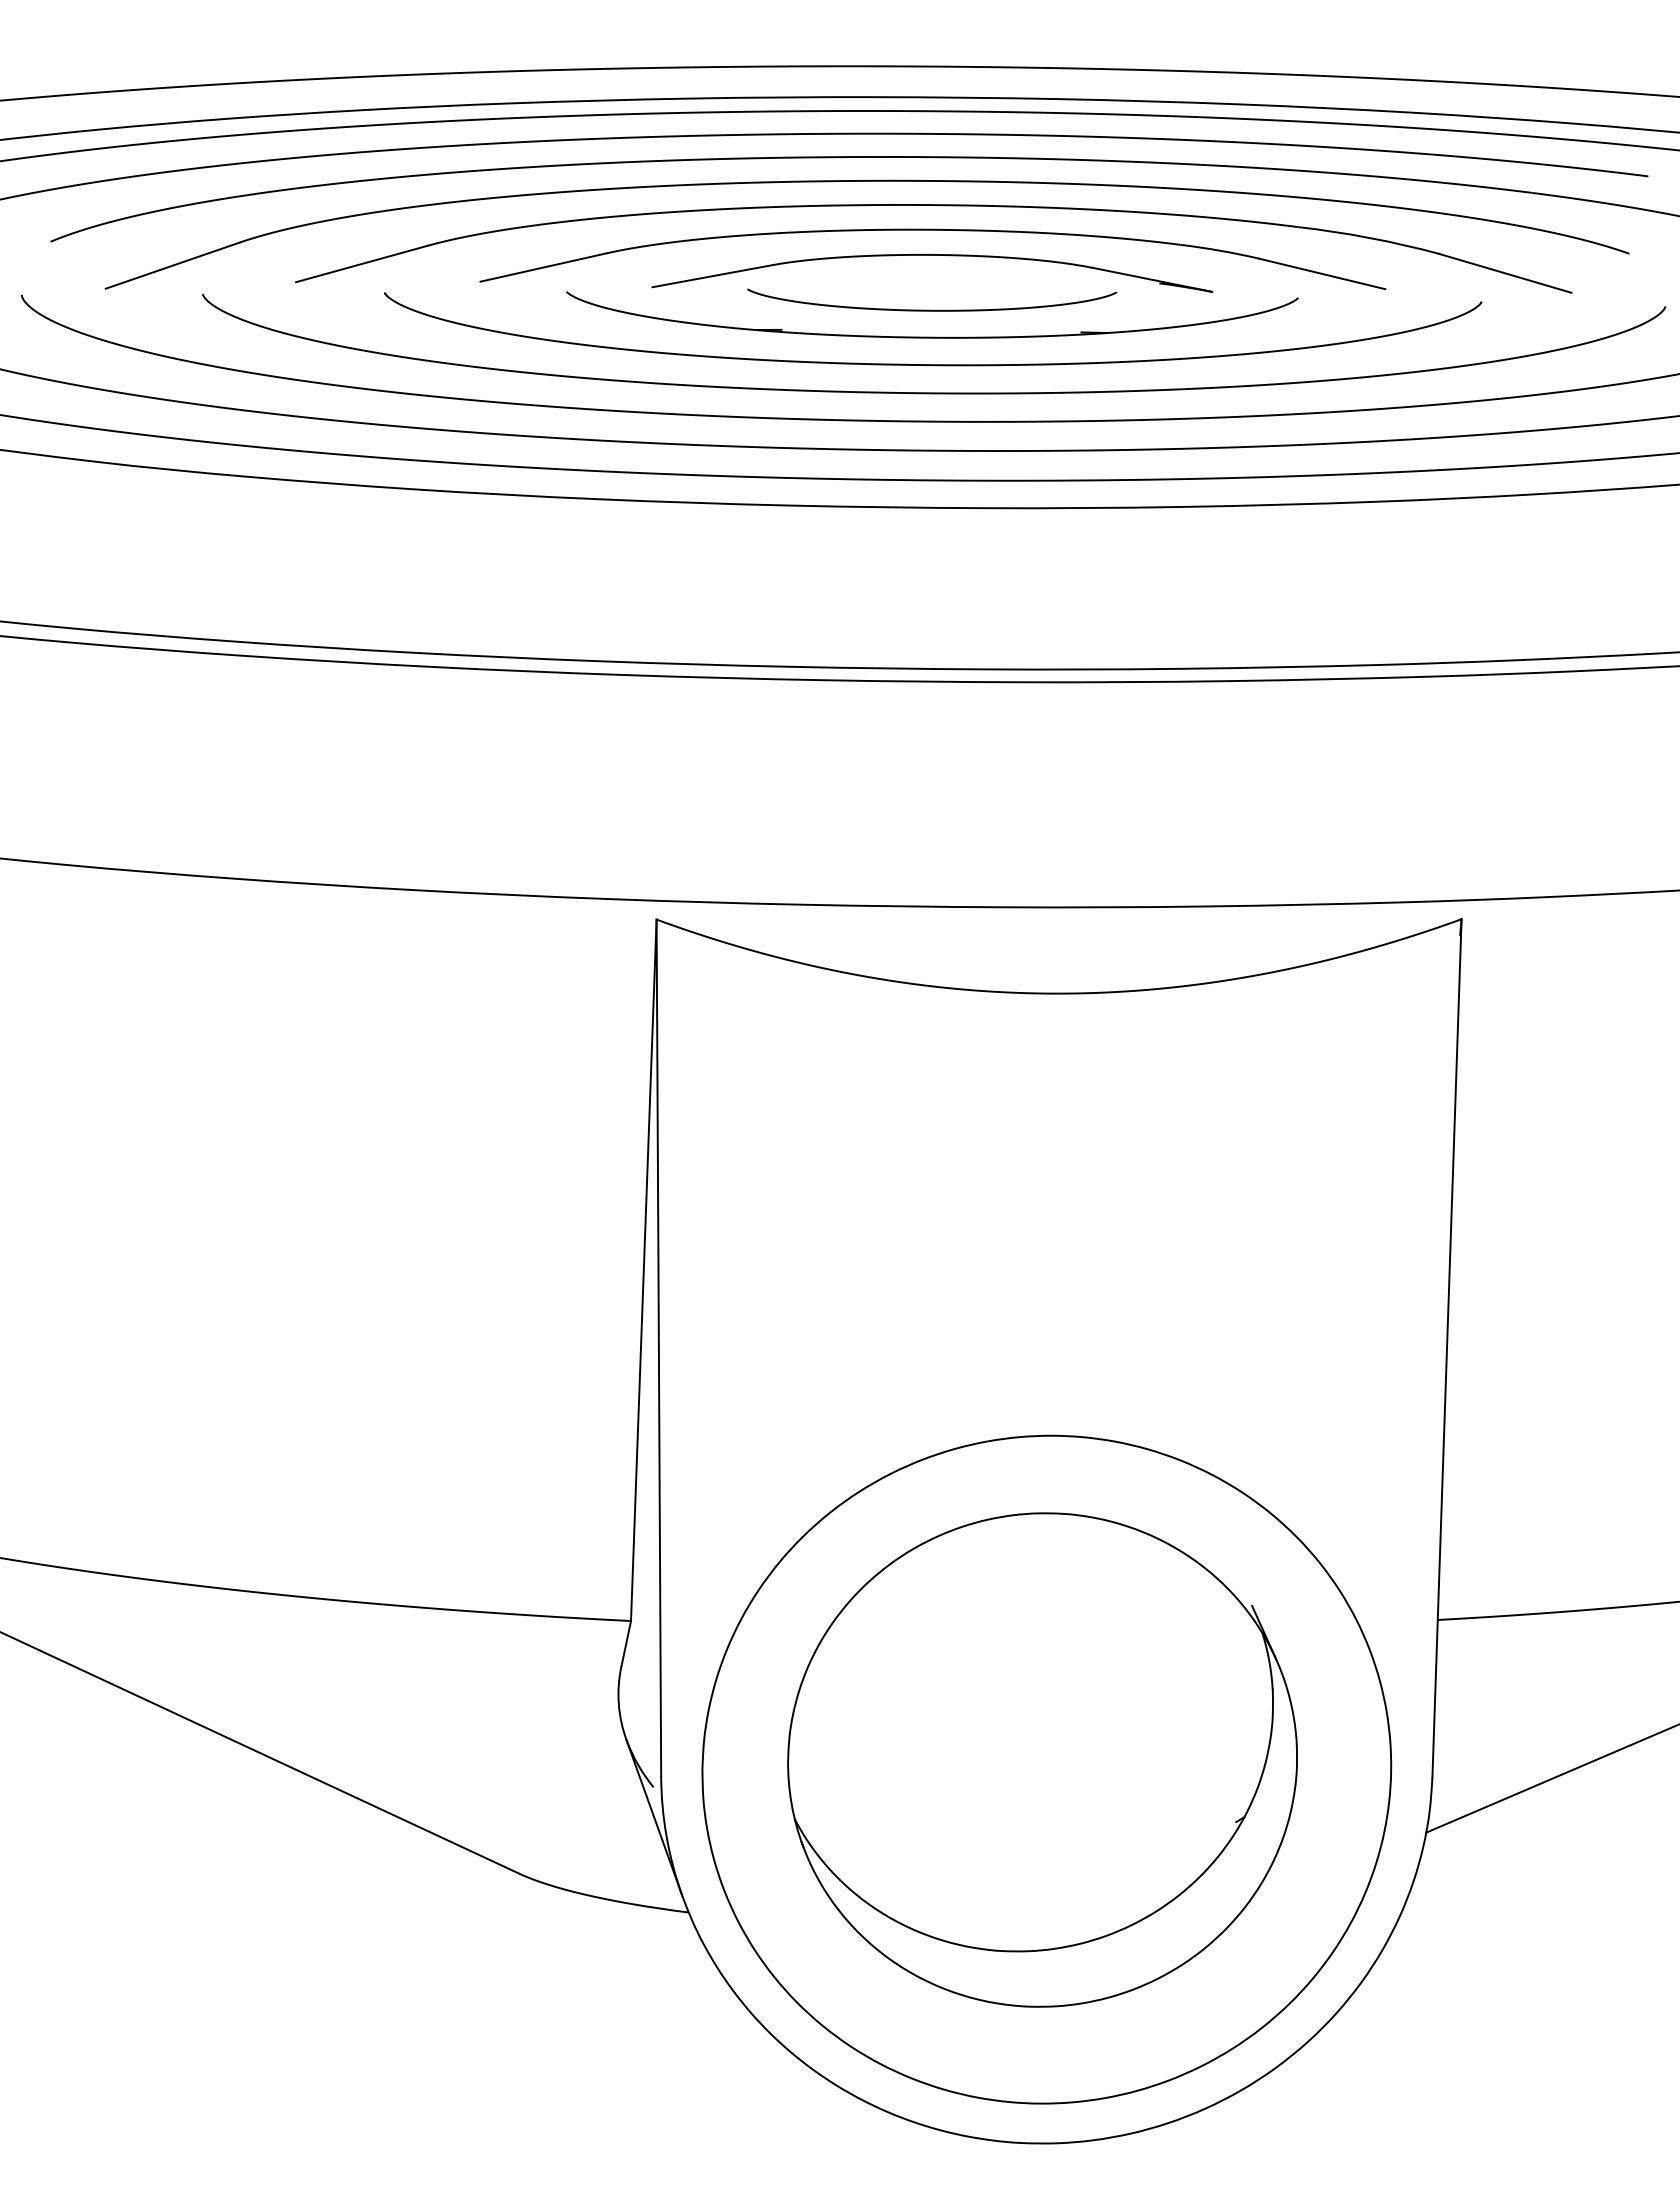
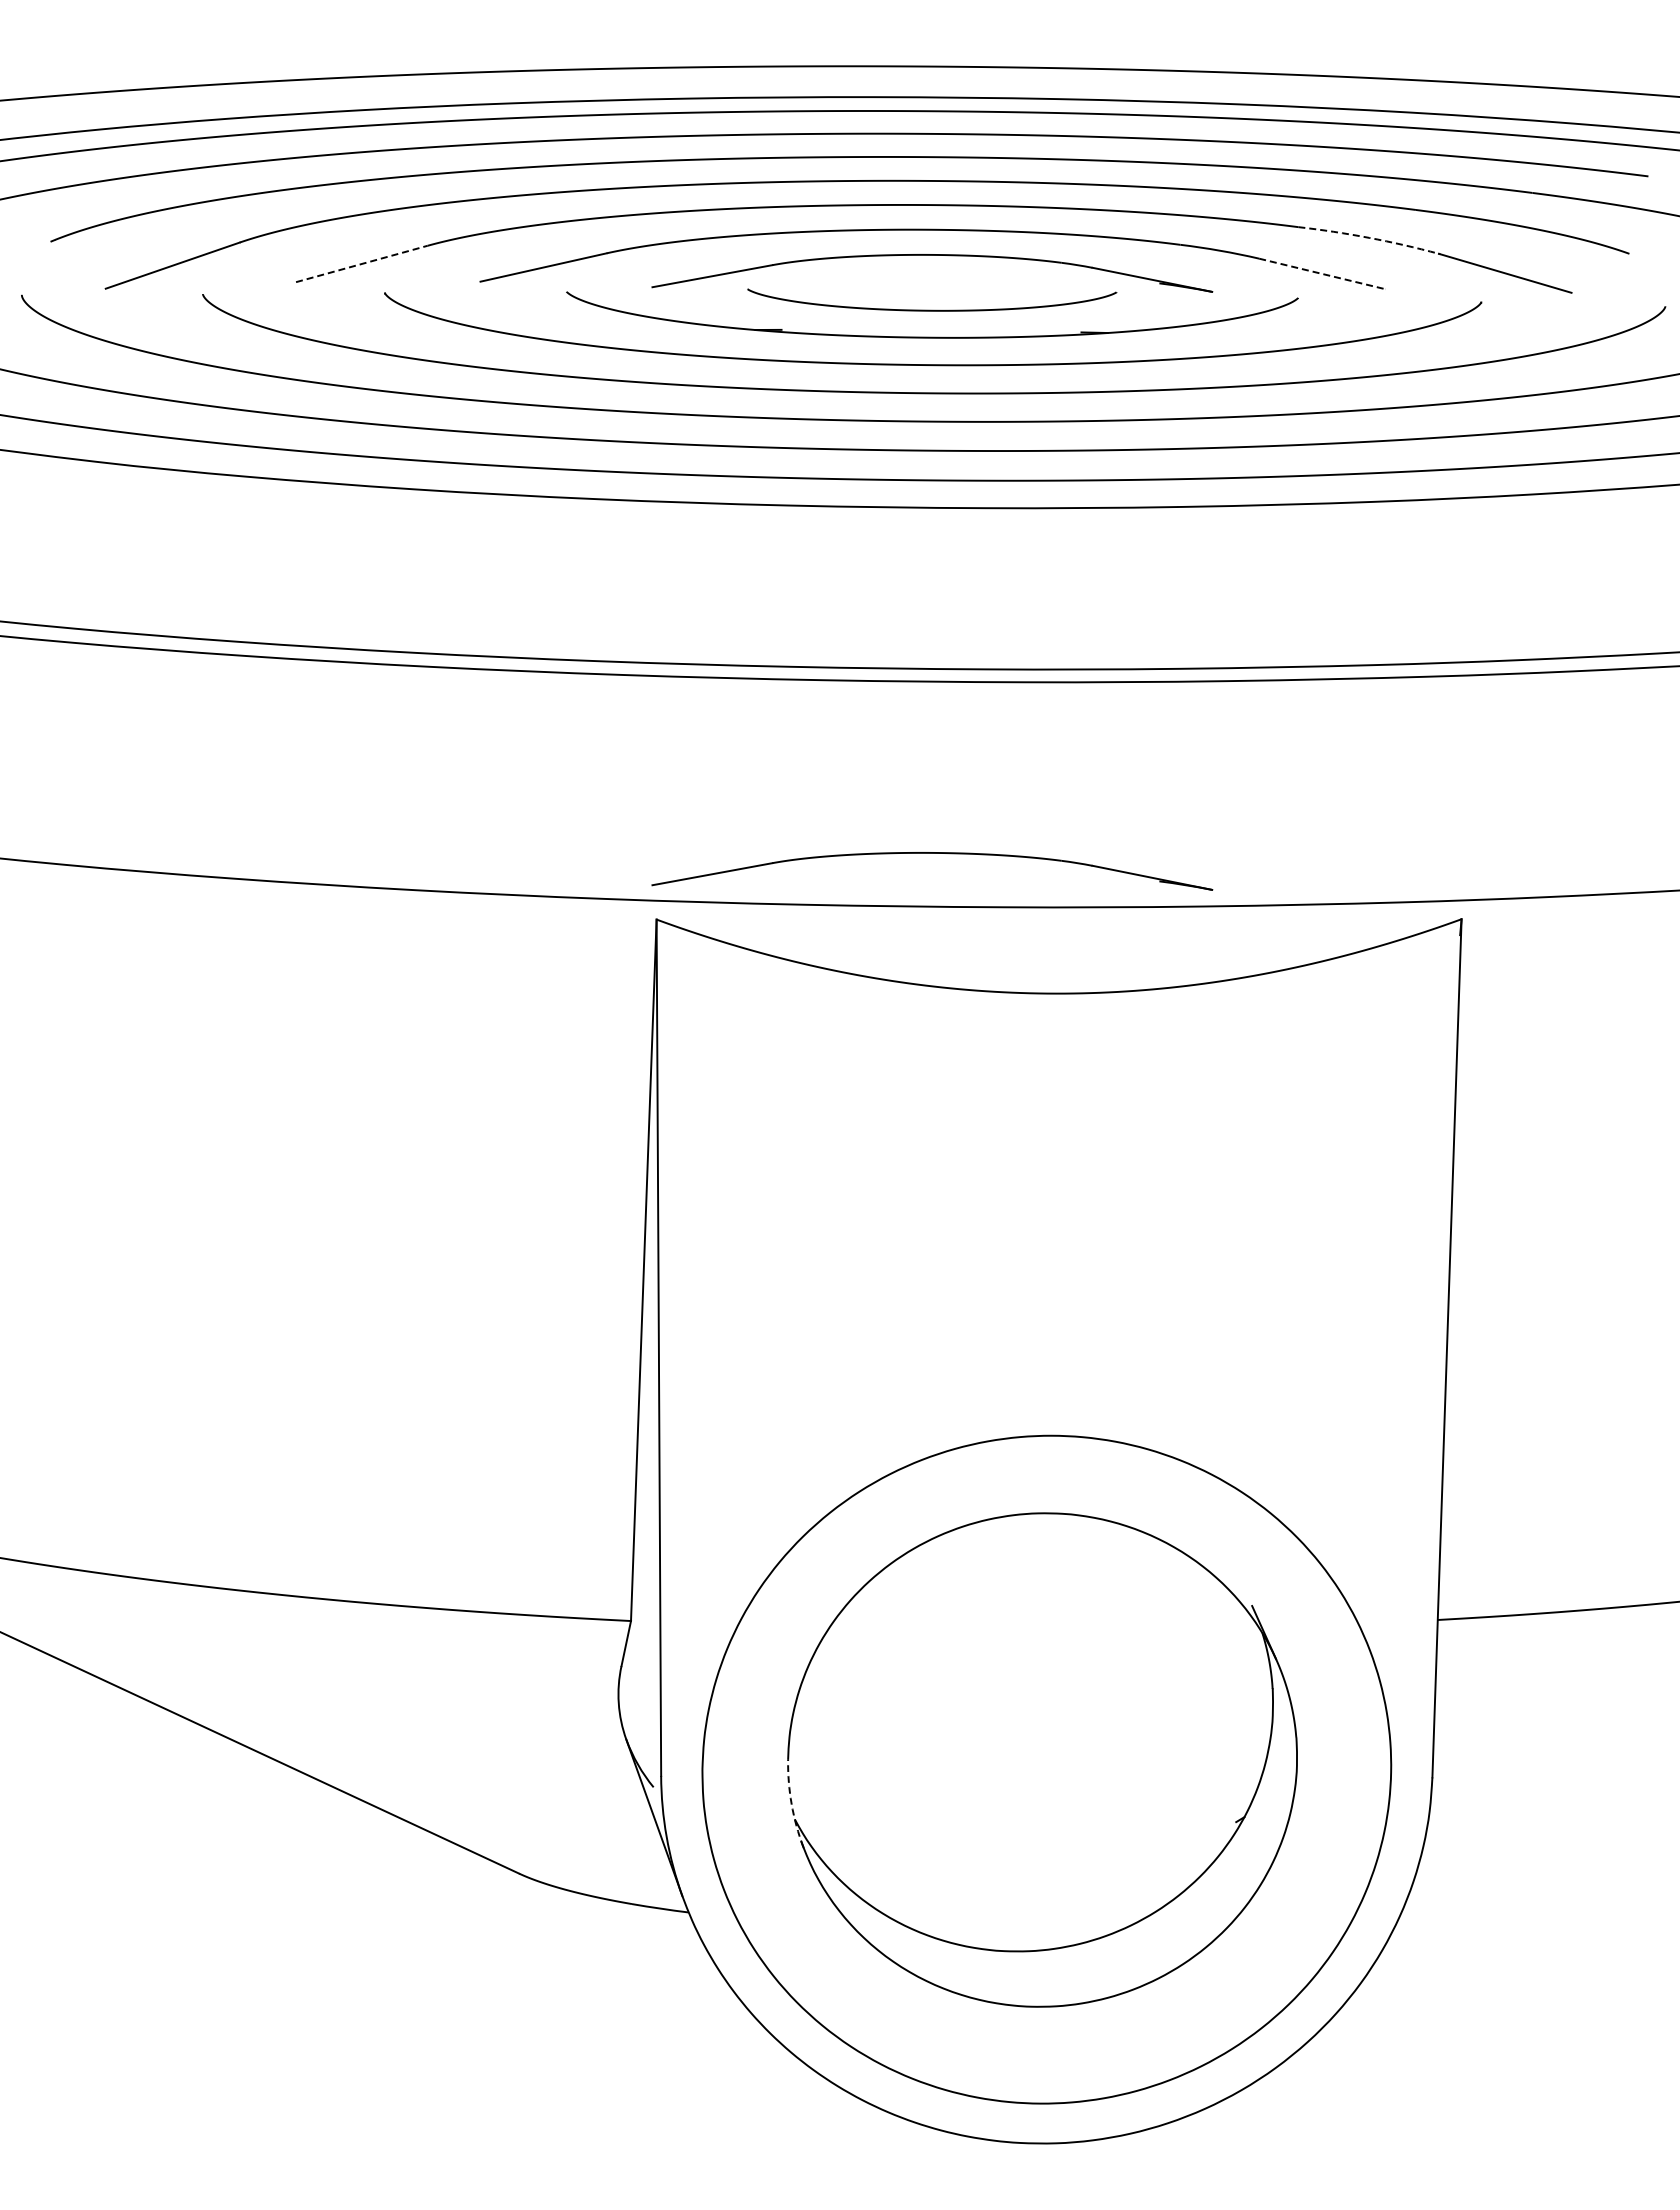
arc at (1369, 237): solid -> dashed
line at (362, 263): solid -> dashed
line at (1322, 273): solid -> dashed
part at (932, 853): none -> present
line at (1551, 1778): present -> none
arc at (791, 1804): solid -> dashed
